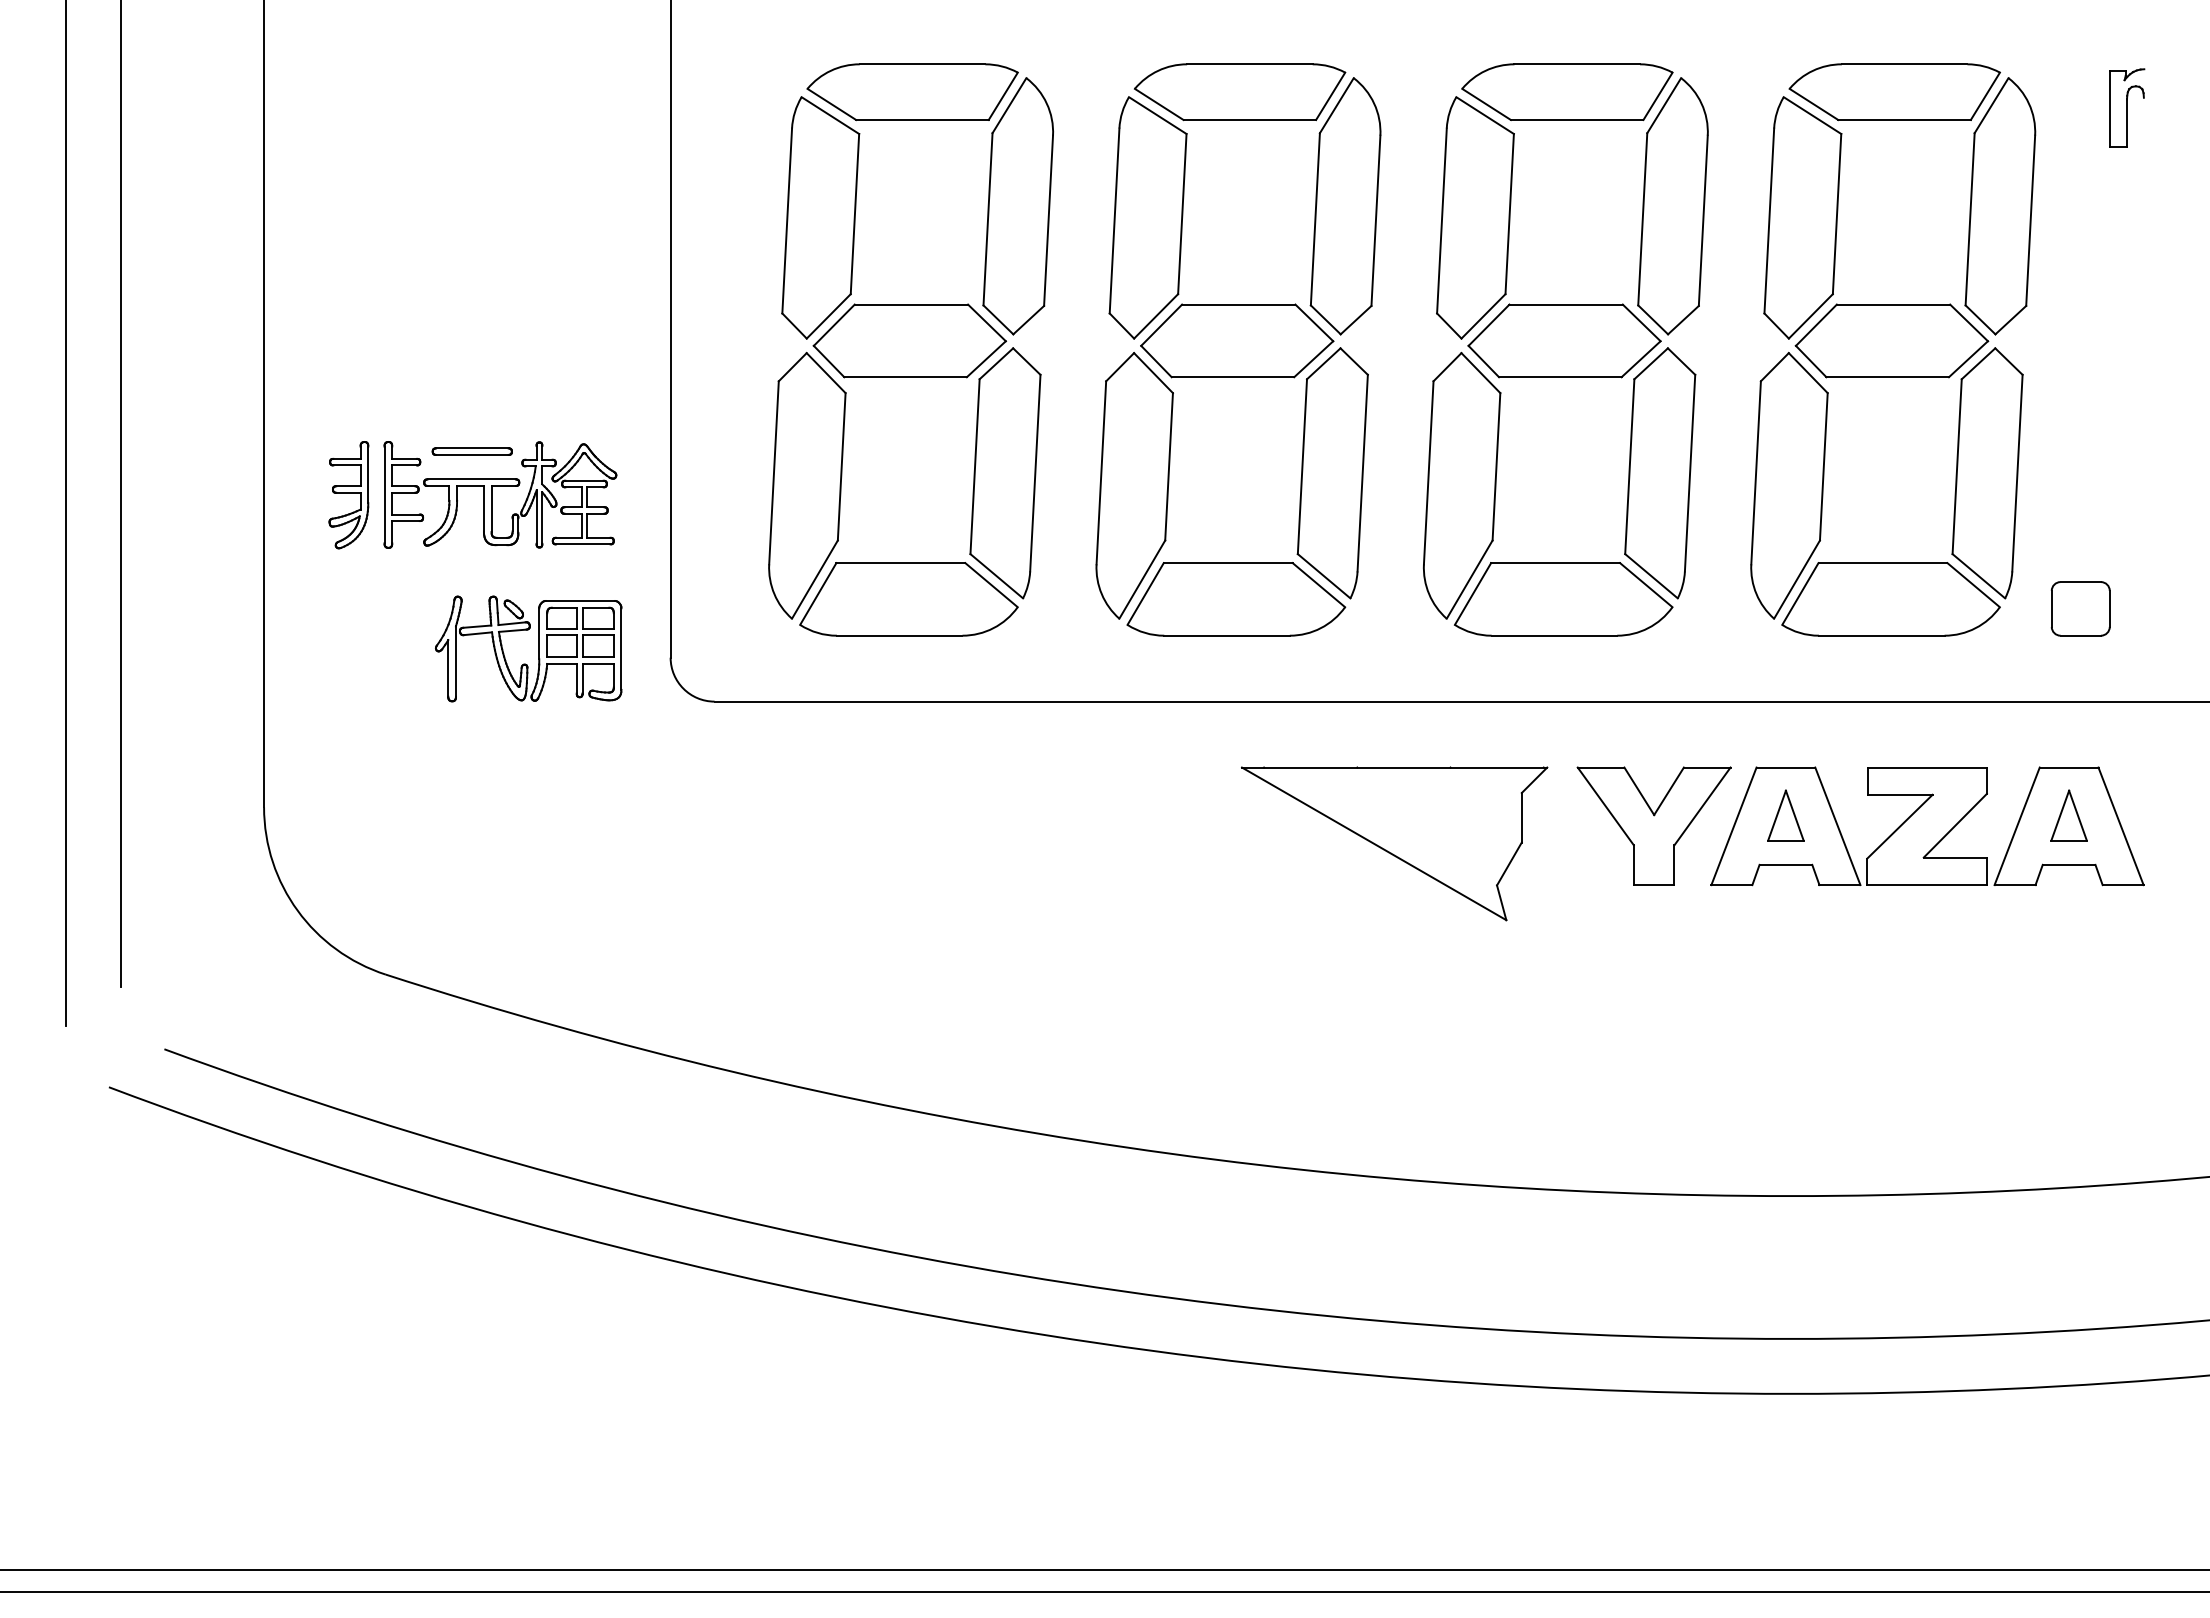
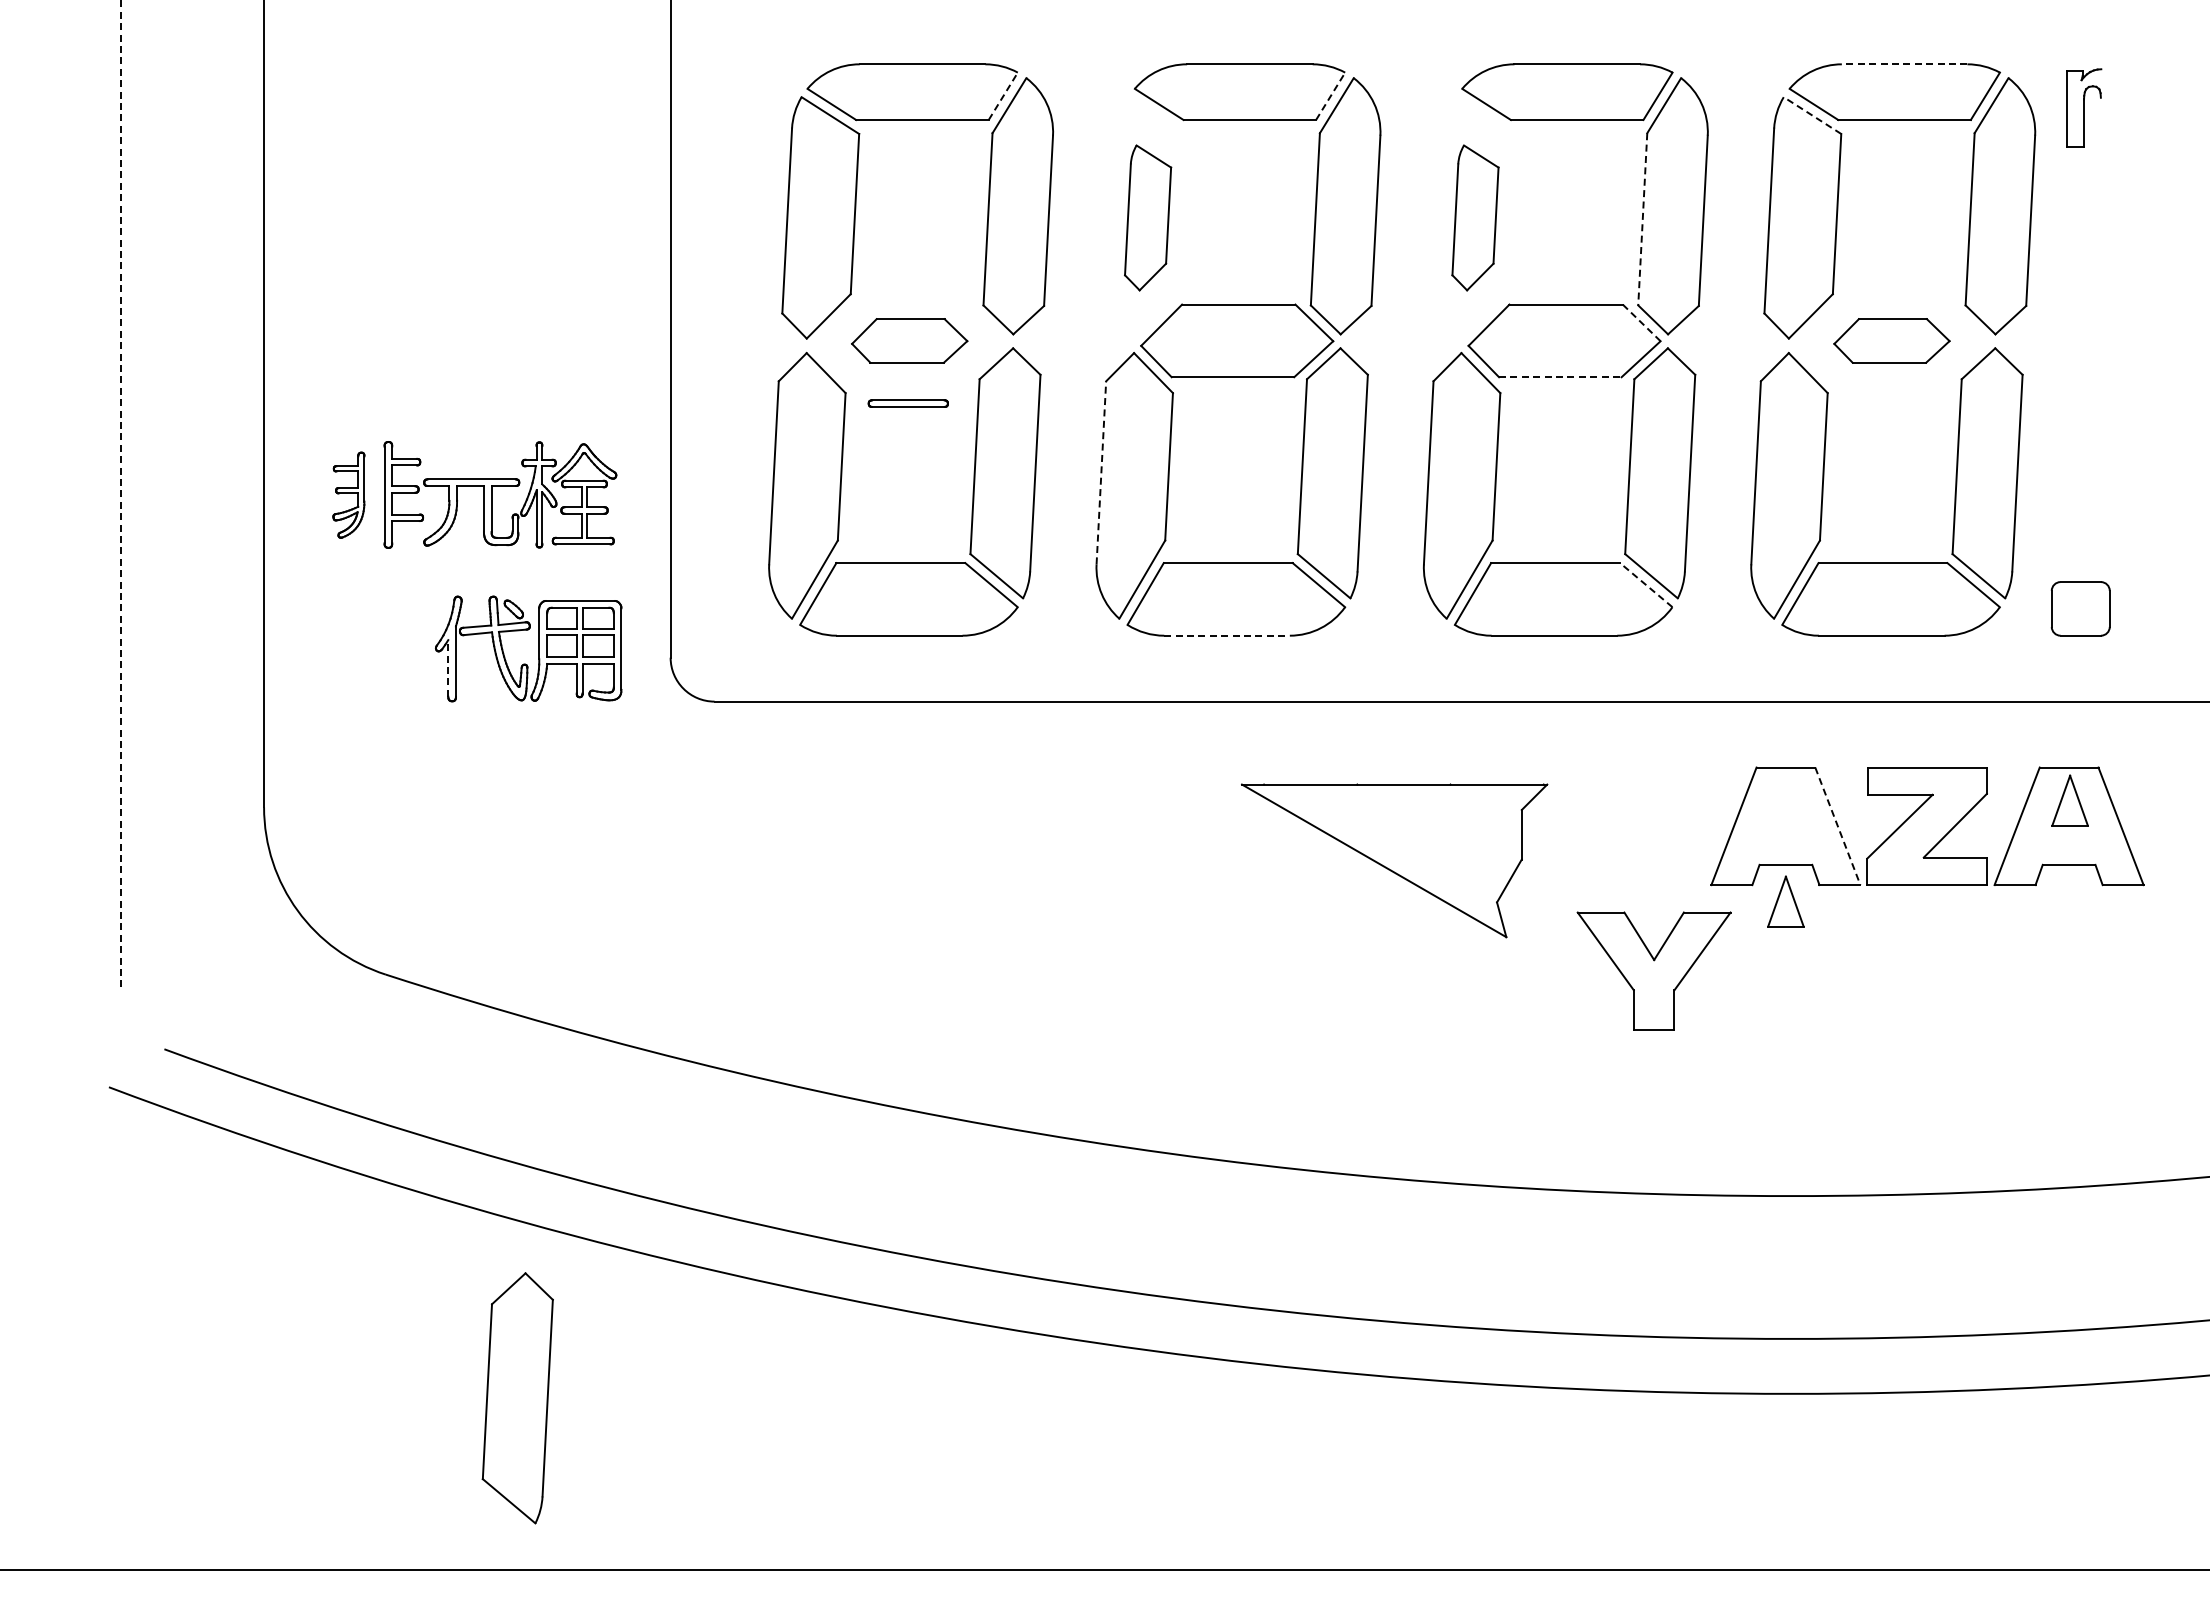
line at (1904, 64): solid -> dashed
line at (1003, 96): solid -> dashed
line at (1330, 96): solid -> dashed
part at (2127, 107) position: (2127, 107) -> (2084, 107)
line at (1812, 115): solid -> dashed
part at (1147, 217) size: 80x244 px -> 49x148 px
part at (1475, 217) size: 79x244 px -> 49x148 px
line at (1642, 219): solid -> dashed
line at (1641, 322): solid -> dashed
part at (909, 340) size: 195x76 px -> 118x46 px
part at (1891, 340) size: 196x76 px -> 118x46 px
line at (1560, 377): solid -> dashed
part at (471, 451) position: (471, 451) -> (907, 403)
line at (1101, 472): solid -> dashed
line at (121, 493): solid -> dashed
part at (348, 495) size: 42x109 px -> 34x88 px
line at (66, 513): present -> none
line at (1645, 584): solid -> dashed
line at (1227, 635): solid -> dashed
line at (448, 667): solid -> dashed
part at (1785, 815) position: (1785, 815) -> (1785, 901)
part at (2068, 815) position: (2068, 815) -> (2069, 800)
part at (1653, 825) position: (1653, 825) -> (1653, 970)
line at (1837, 826): solid -> dashed
part at (1394, 843) position: (1394, 843) -> (1394, 860)
part at (517, 1398): none -> present
line at (1104, 1591): present -> none
